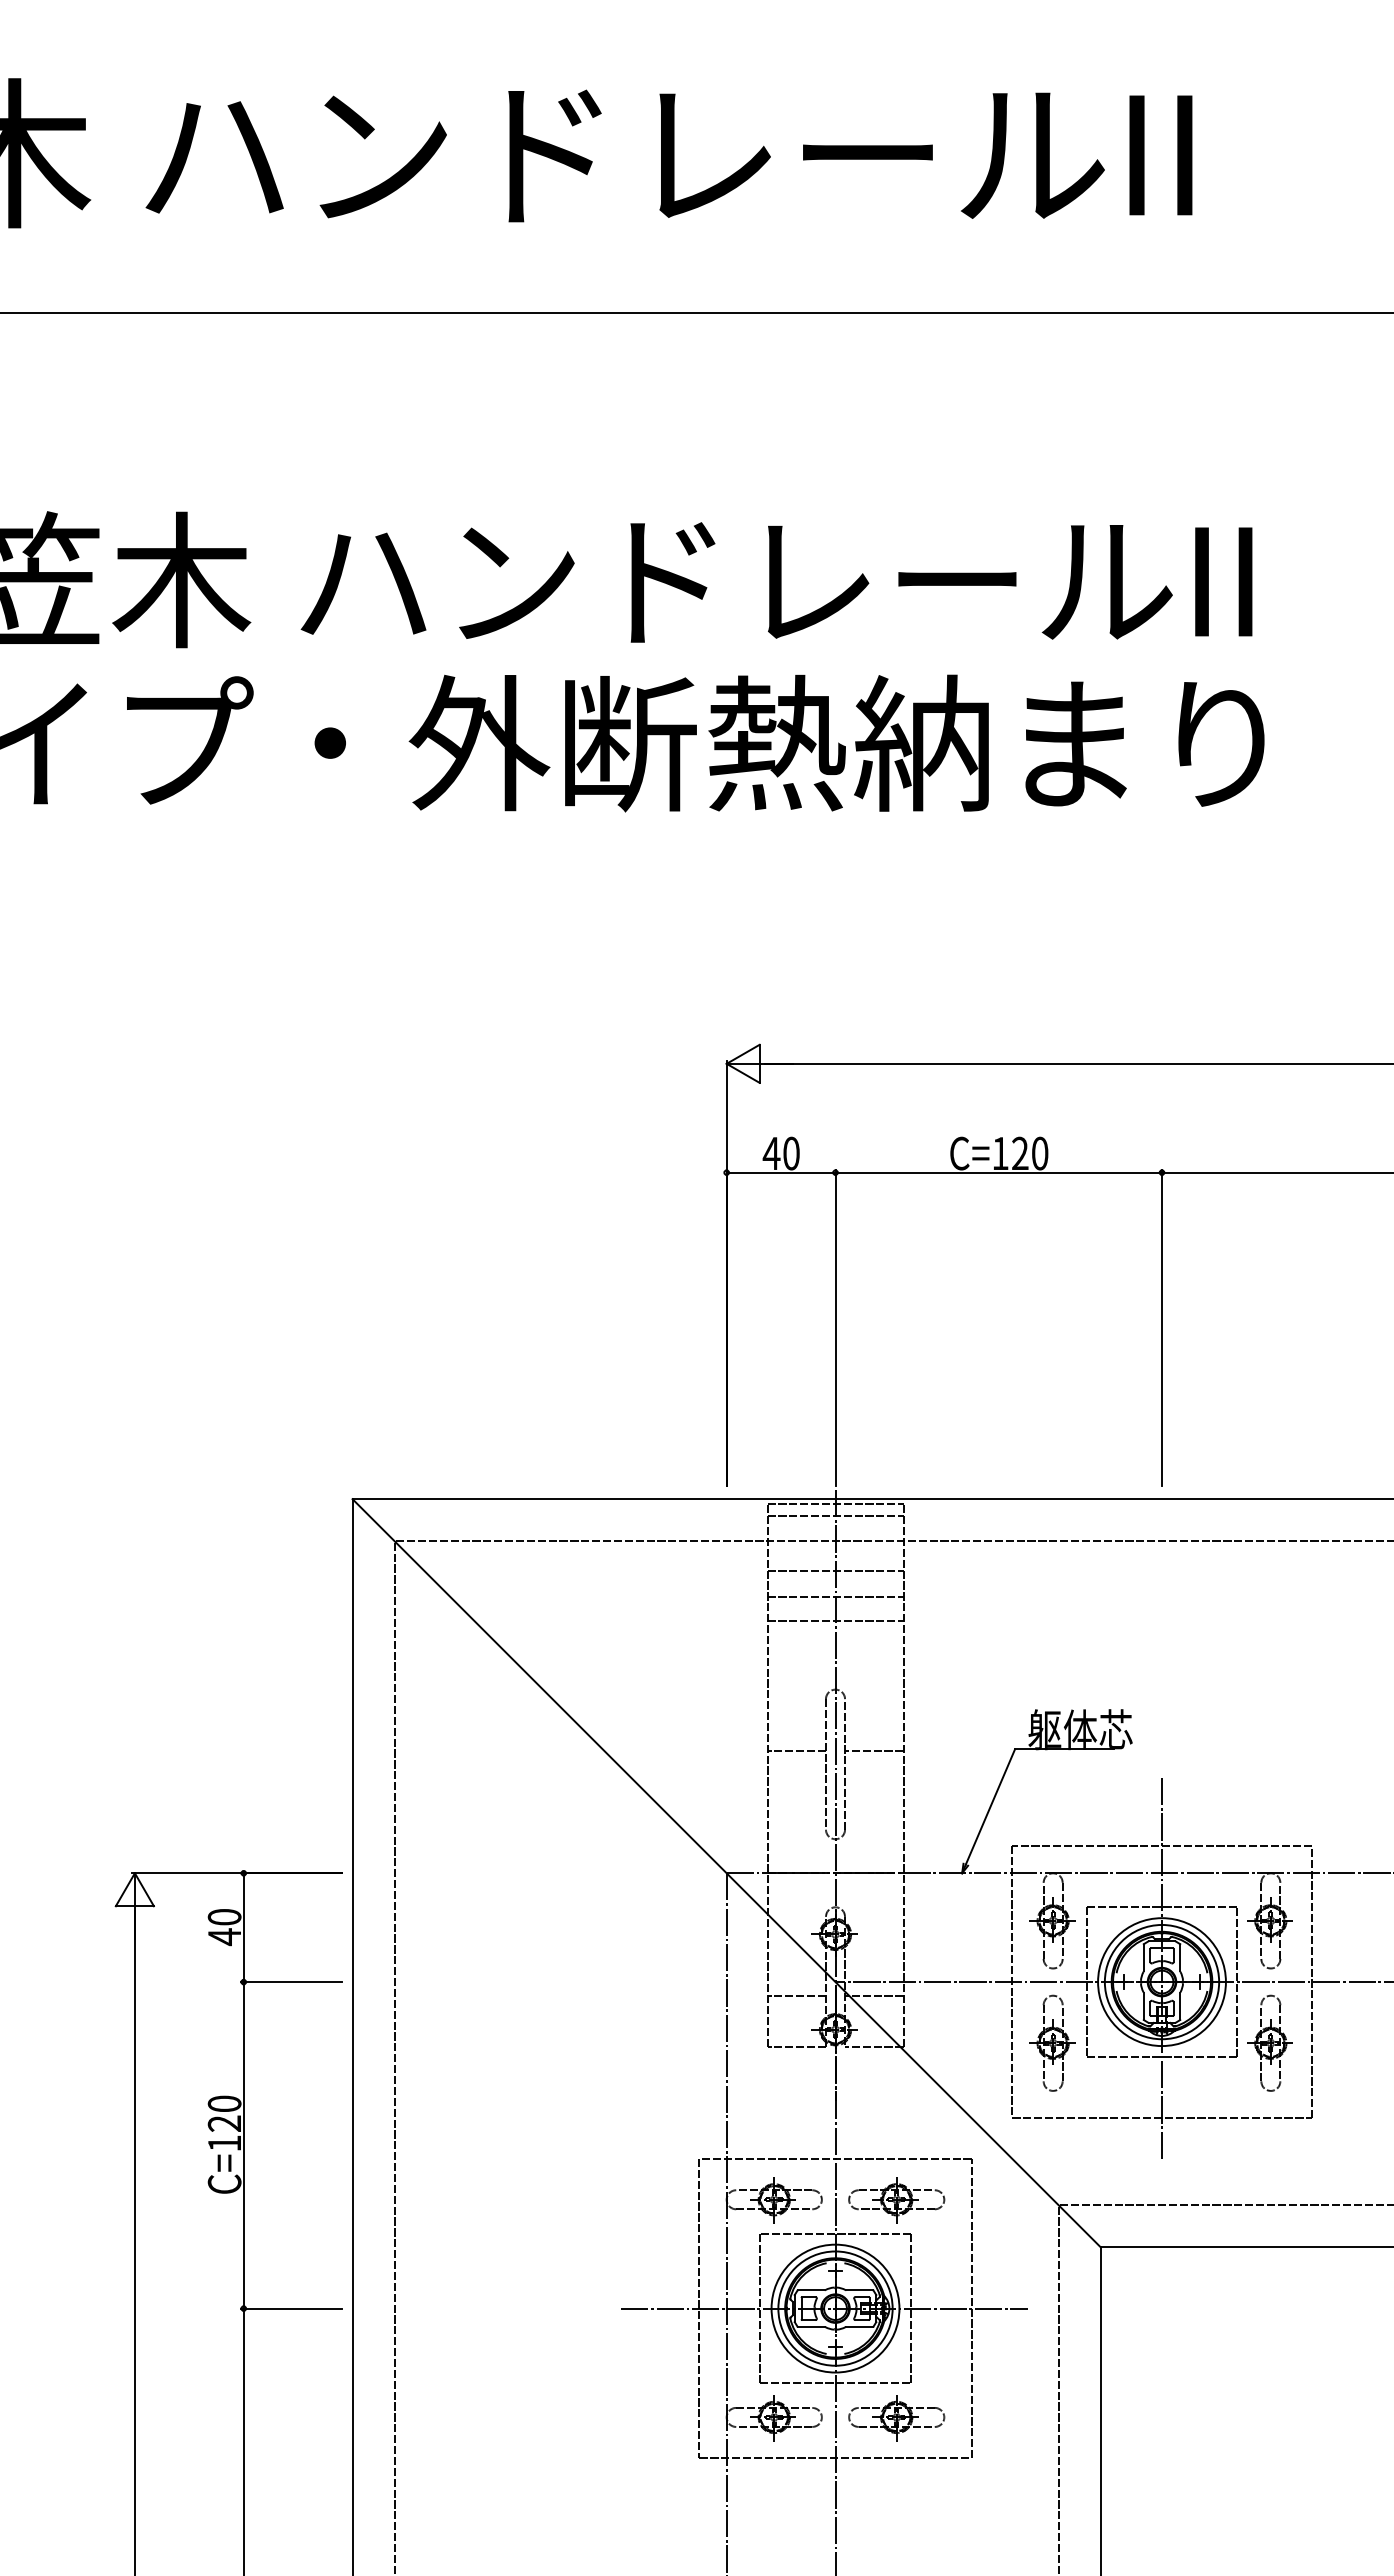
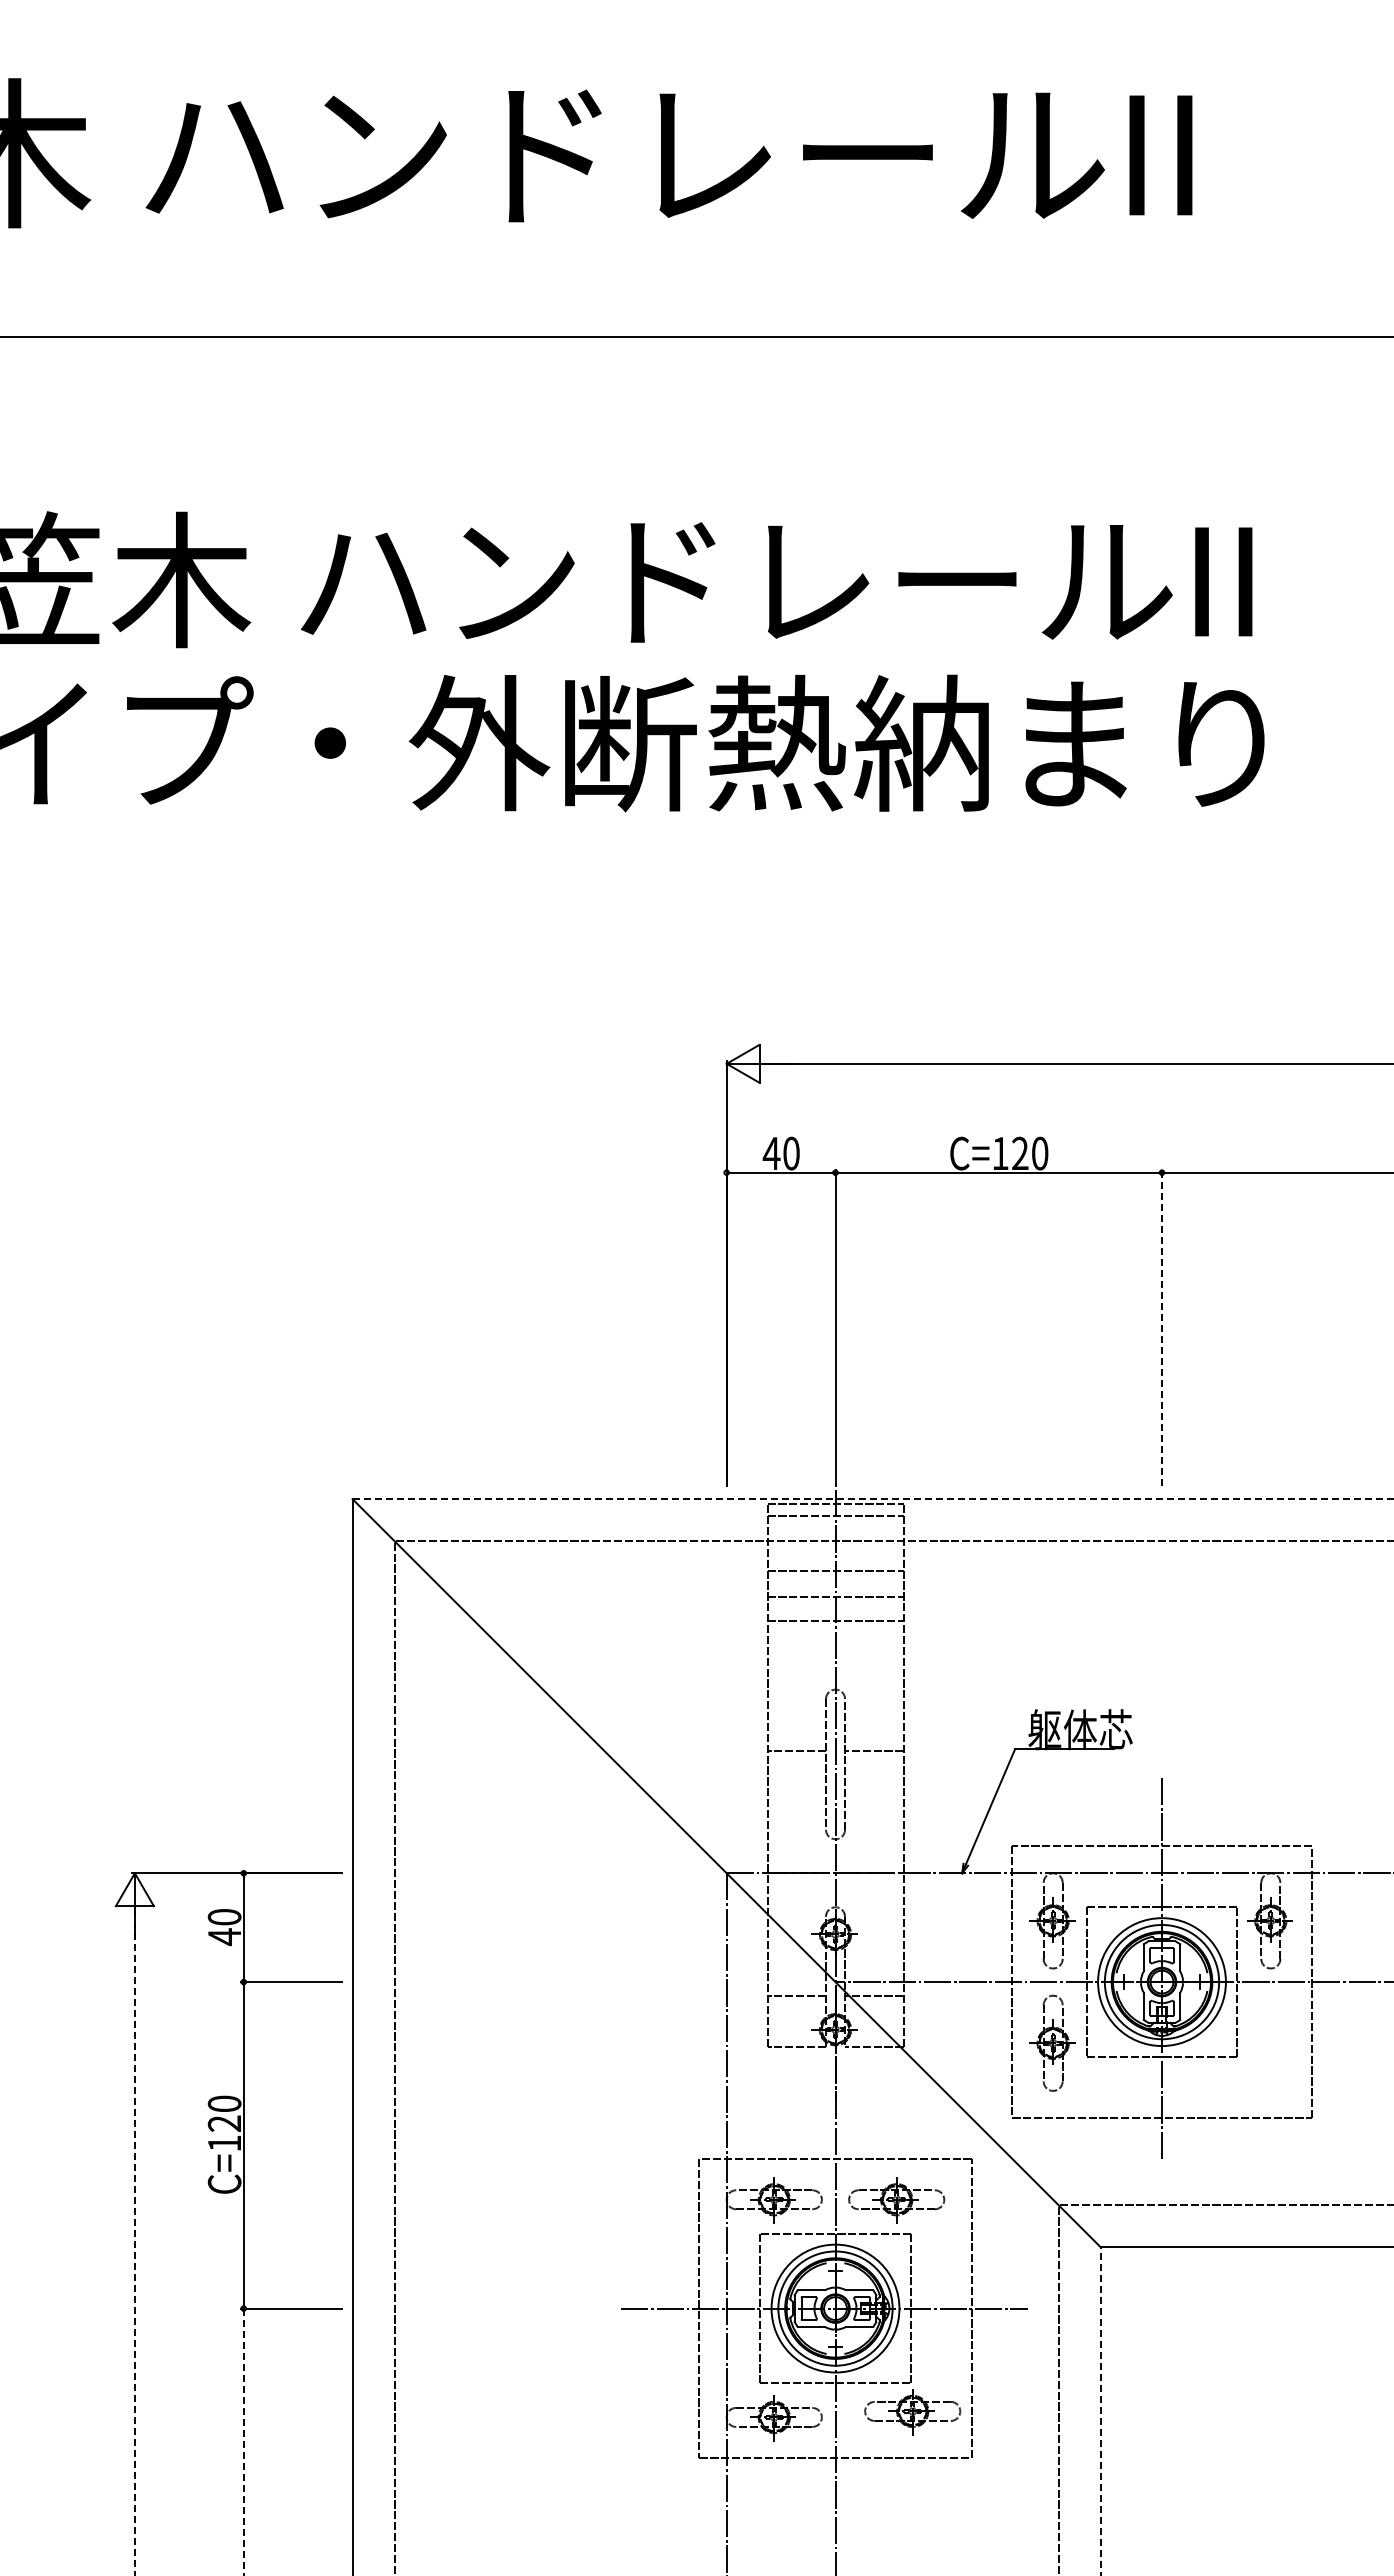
line at (696, 313) position: (696, 313) -> (696, 337)
line at (1162, 1327): solid -> dashed
line at (872, 1499): solid -> dashed
part at (1269, 2042): present -> none
line at (134, 2243): solid -> dashed
line at (1100, 2411): solid -> dashed
part at (896, 2418) position: (896, 2418) -> (912, 2412)
line at (243, 2442): solid -> dashed
